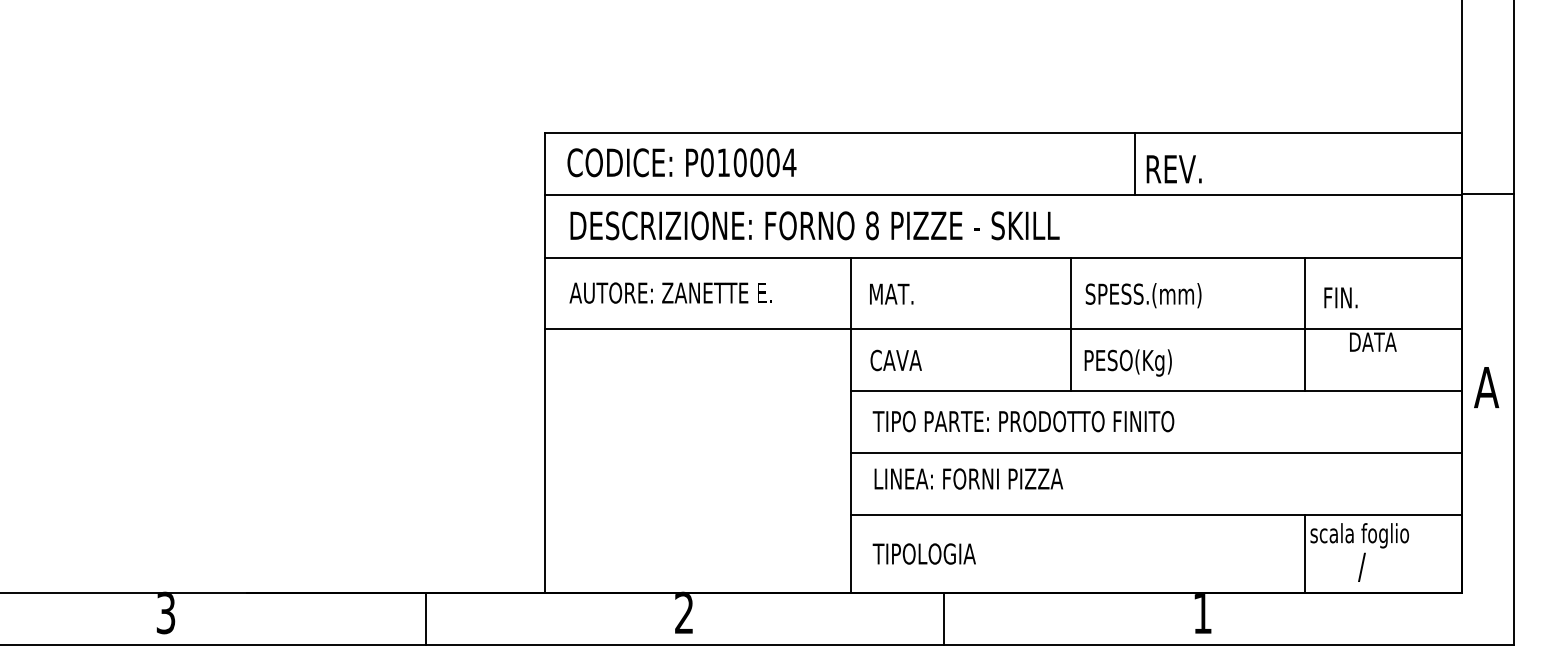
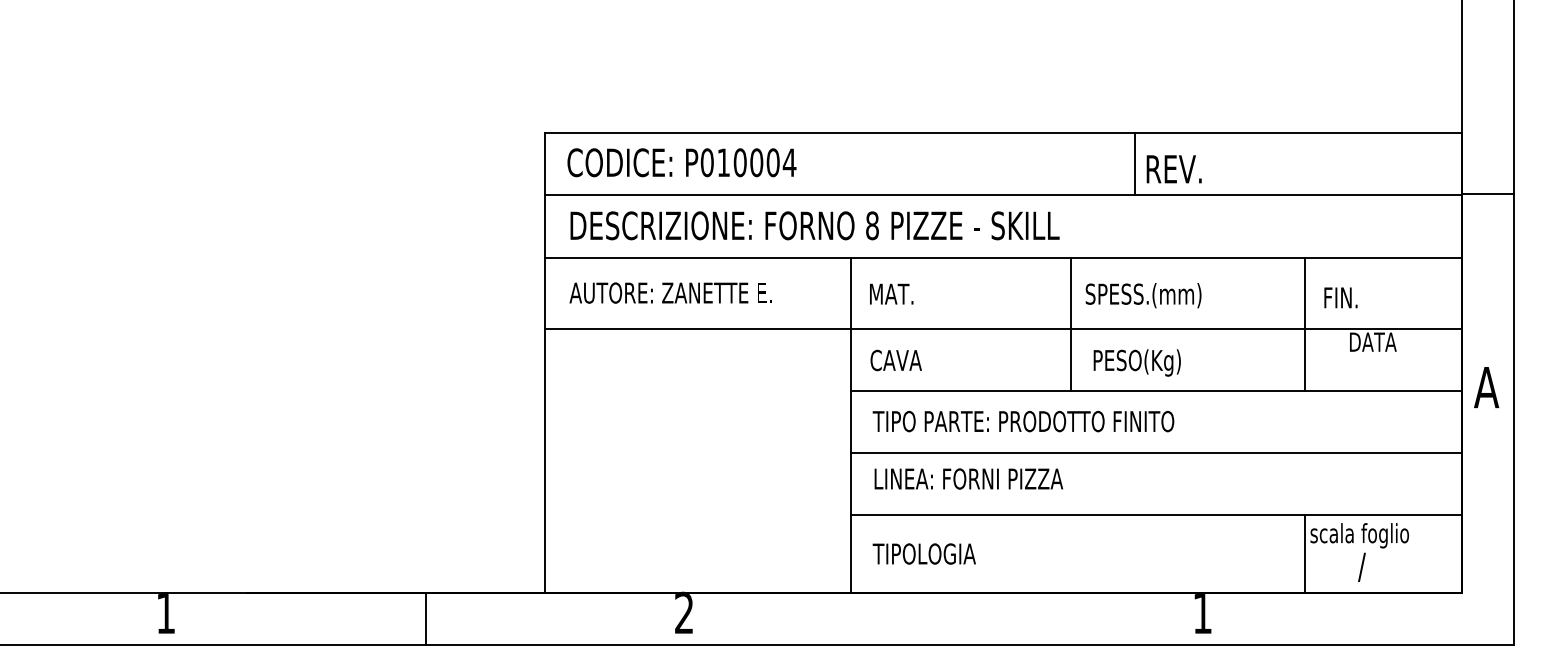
text at (1127, 362) position: (1127, 362) -> (1136, 362)
text at (165, 612): 3 -> 1
line at (944, 618): present -> none
